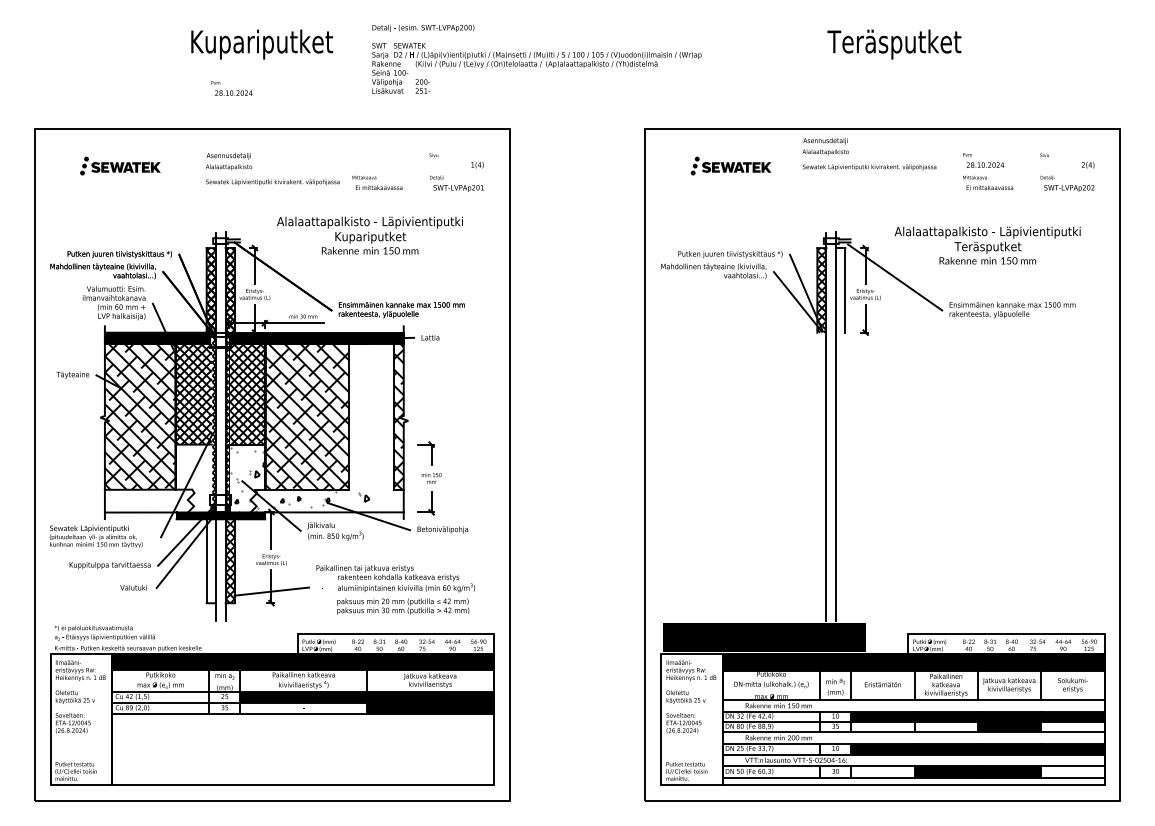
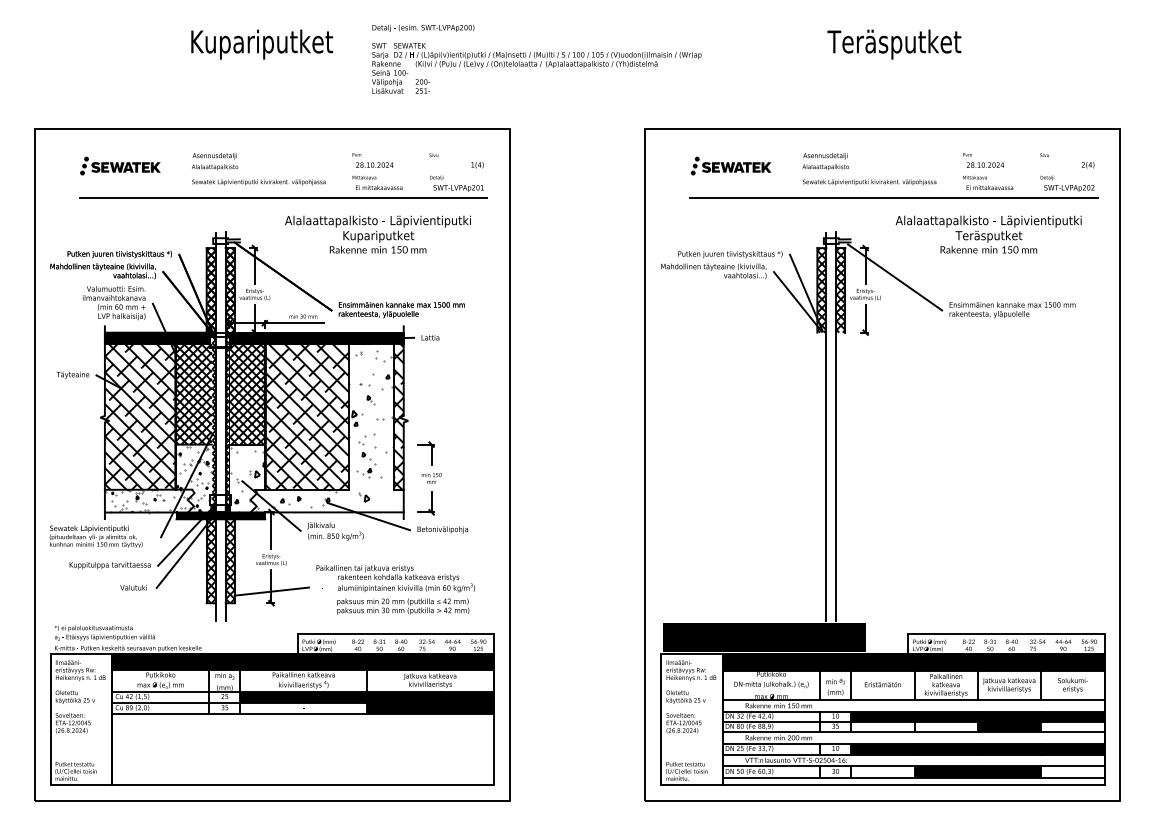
text at (231, 88) position: (231, 88) -> (372, 160)
text at (869, 154) position: (869, 154) -> (869, 169)
text at (272, 169) position: (272, 169) -> (258, 169)
line at (282, 198): none -> present
line at (893, 198): none -> present
text at (369, 235) position: (369, 235) -> (377, 234)
text at (987, 245) position: (987, 245) -> (988, 234)
hatch at (840, 290): none -> present
hatch at (370, 413): none -> present
hatch at (157, 479): none -> present
hatch at (210, 561): none -> present
